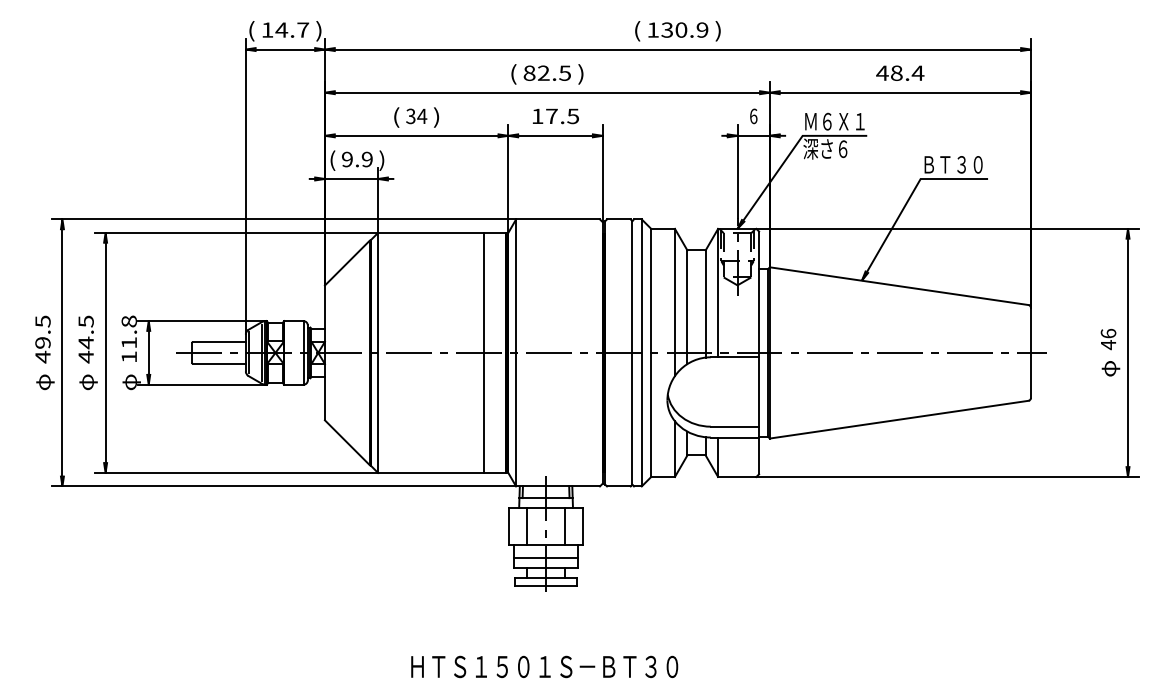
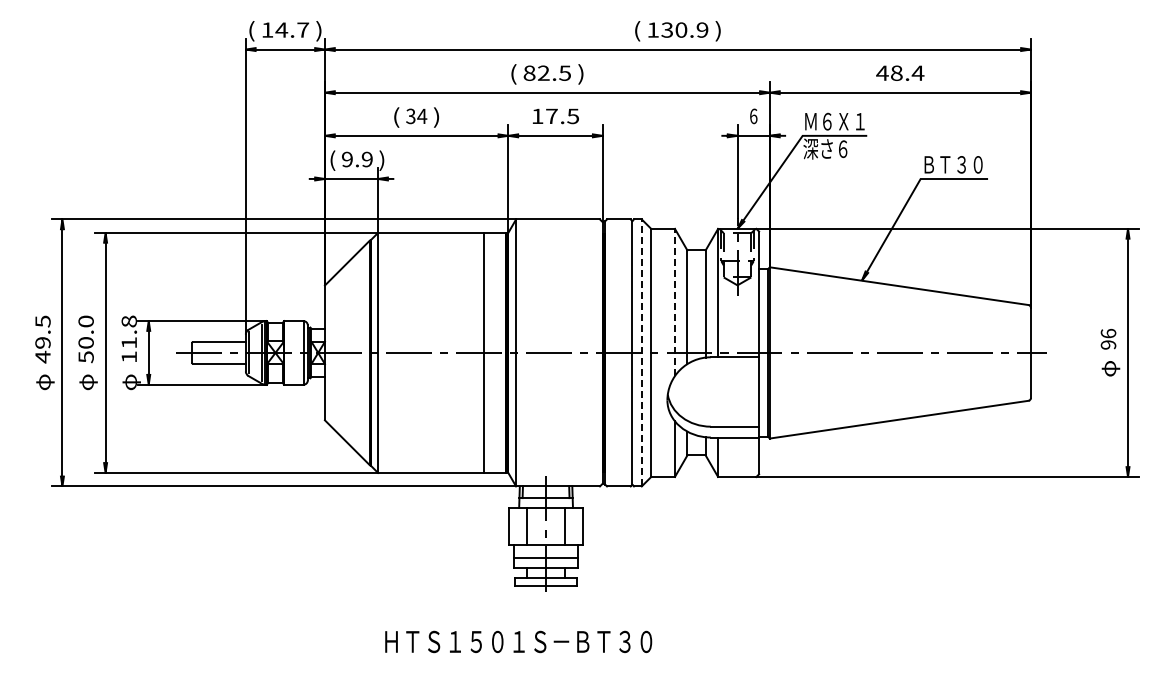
line at (674, 302): solid -> dashed
text at (85, 339): 44.5 -> 50.0
text at (1108, 345): 46 -> 96
line at (641, 352): solid -> dashed
text at (544, 666) position: (544, 666) -> (518, 641)
